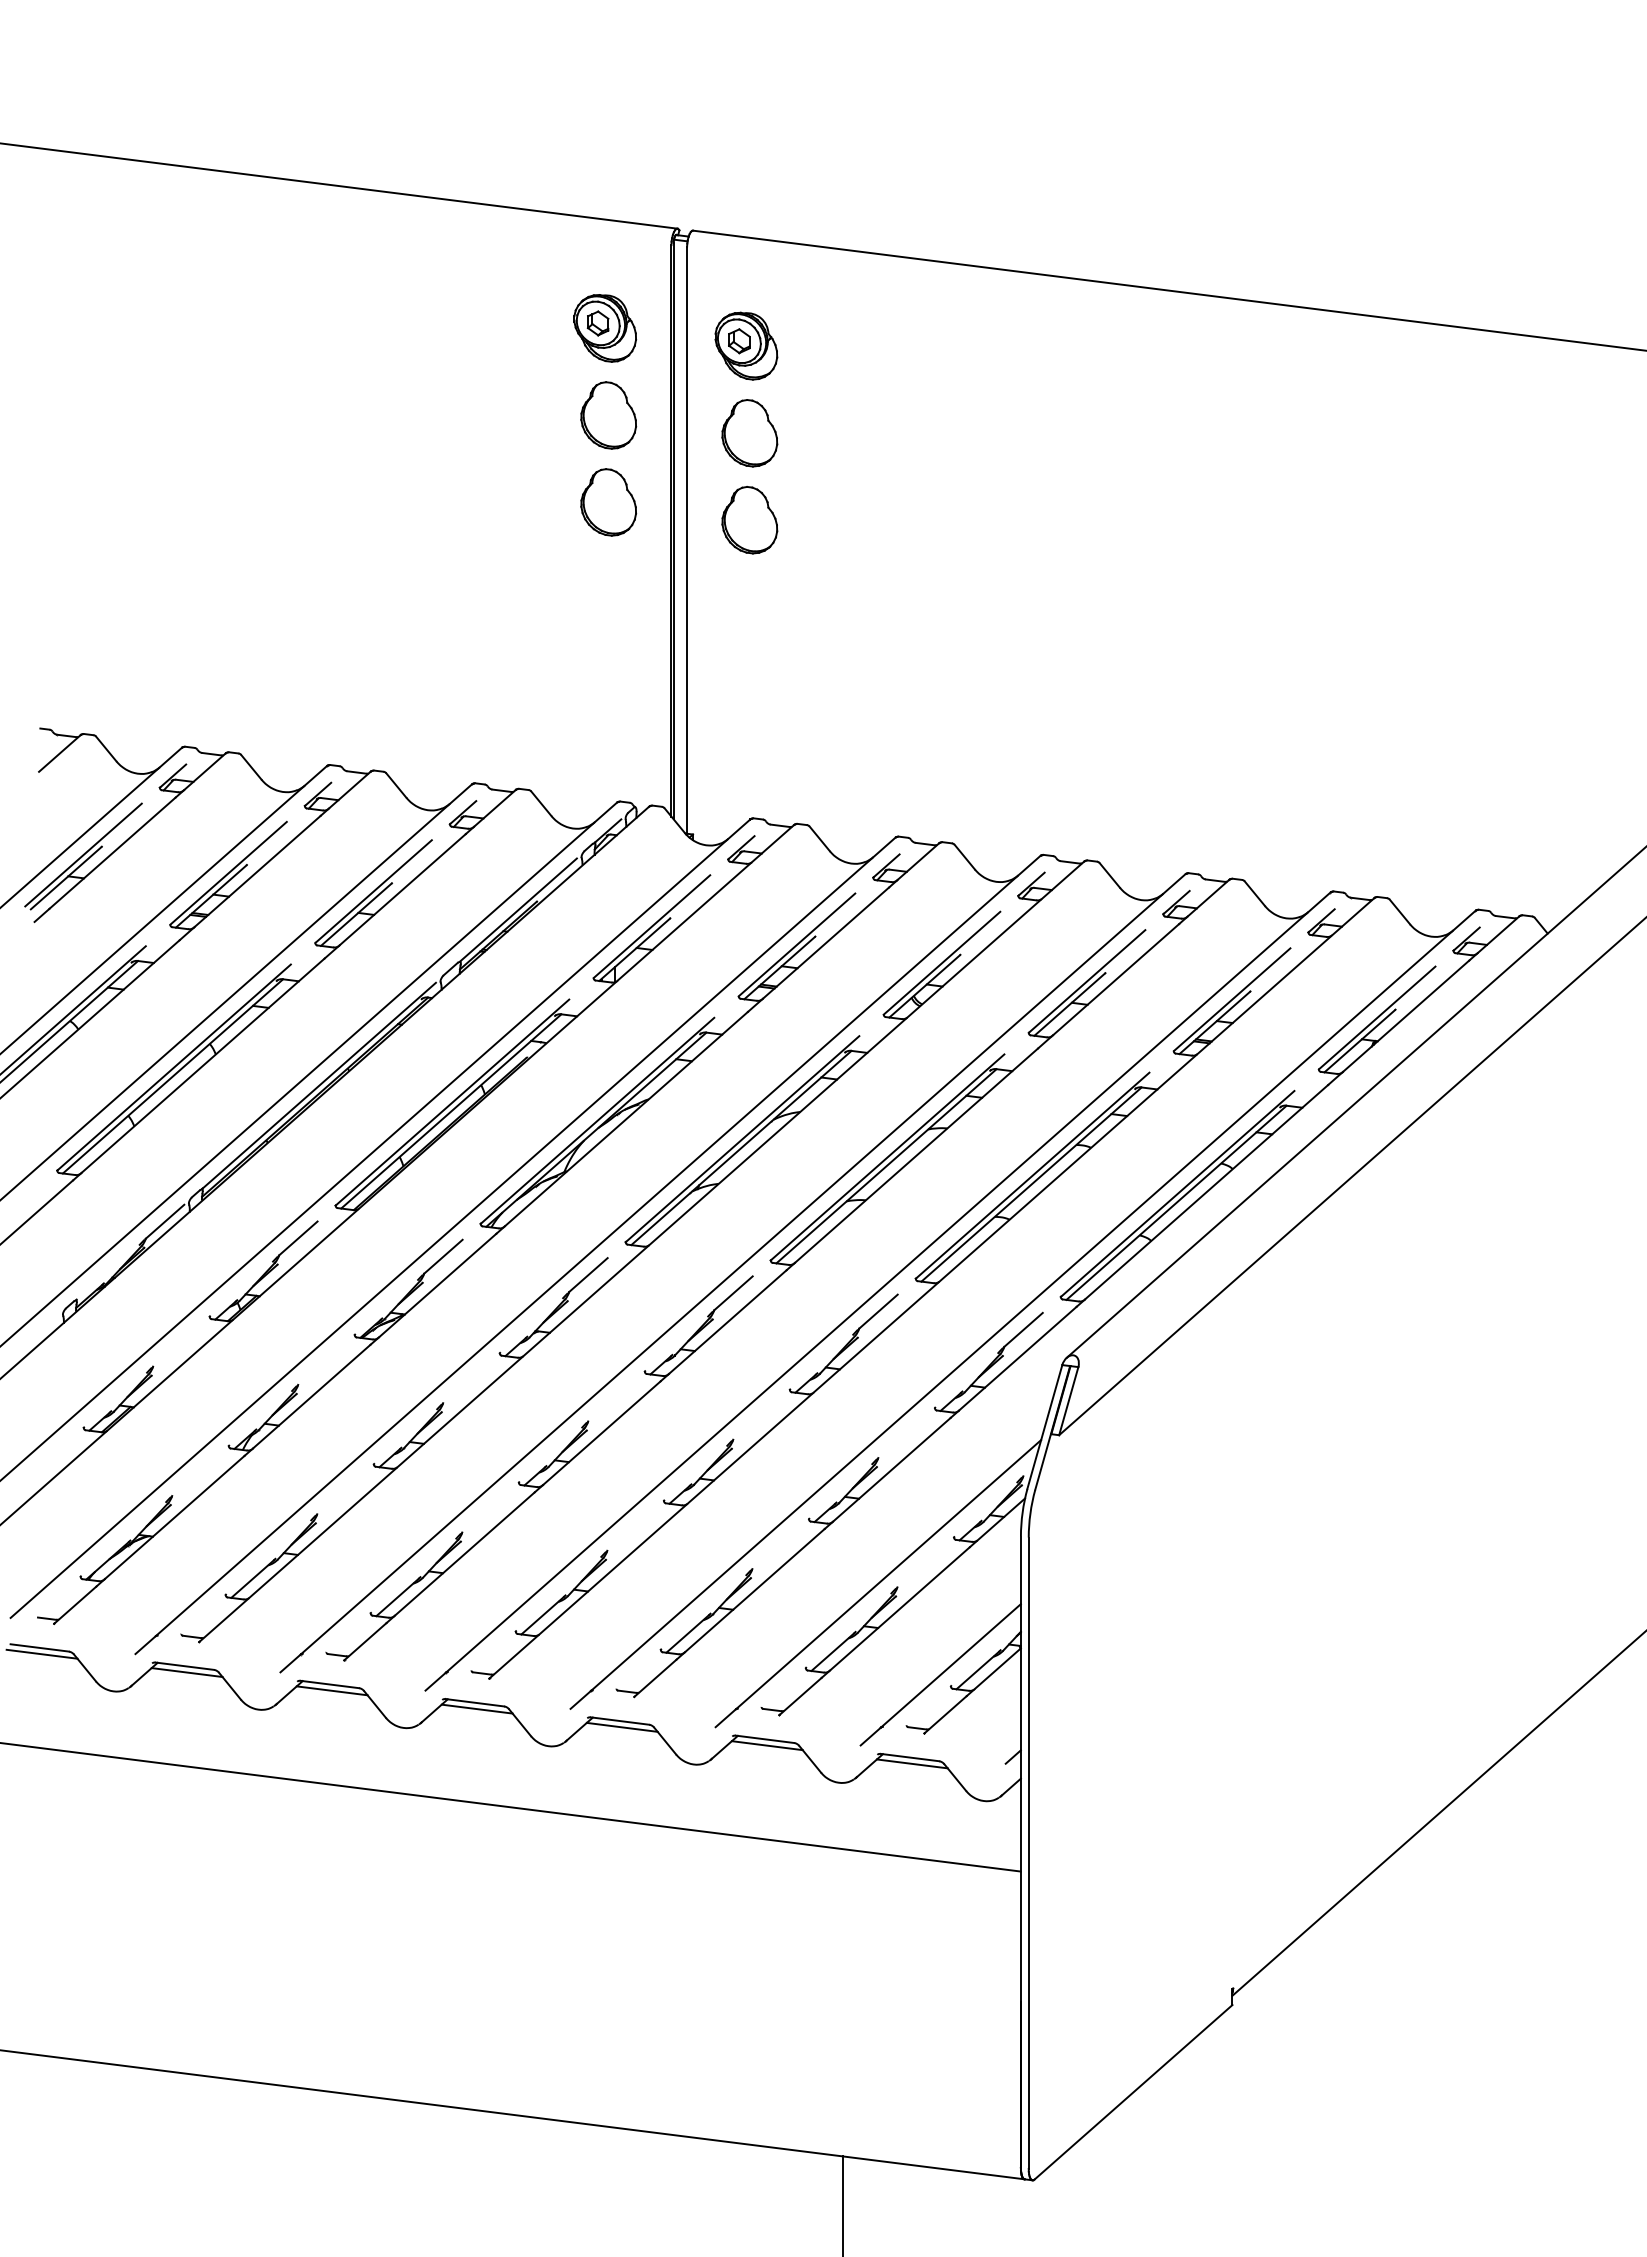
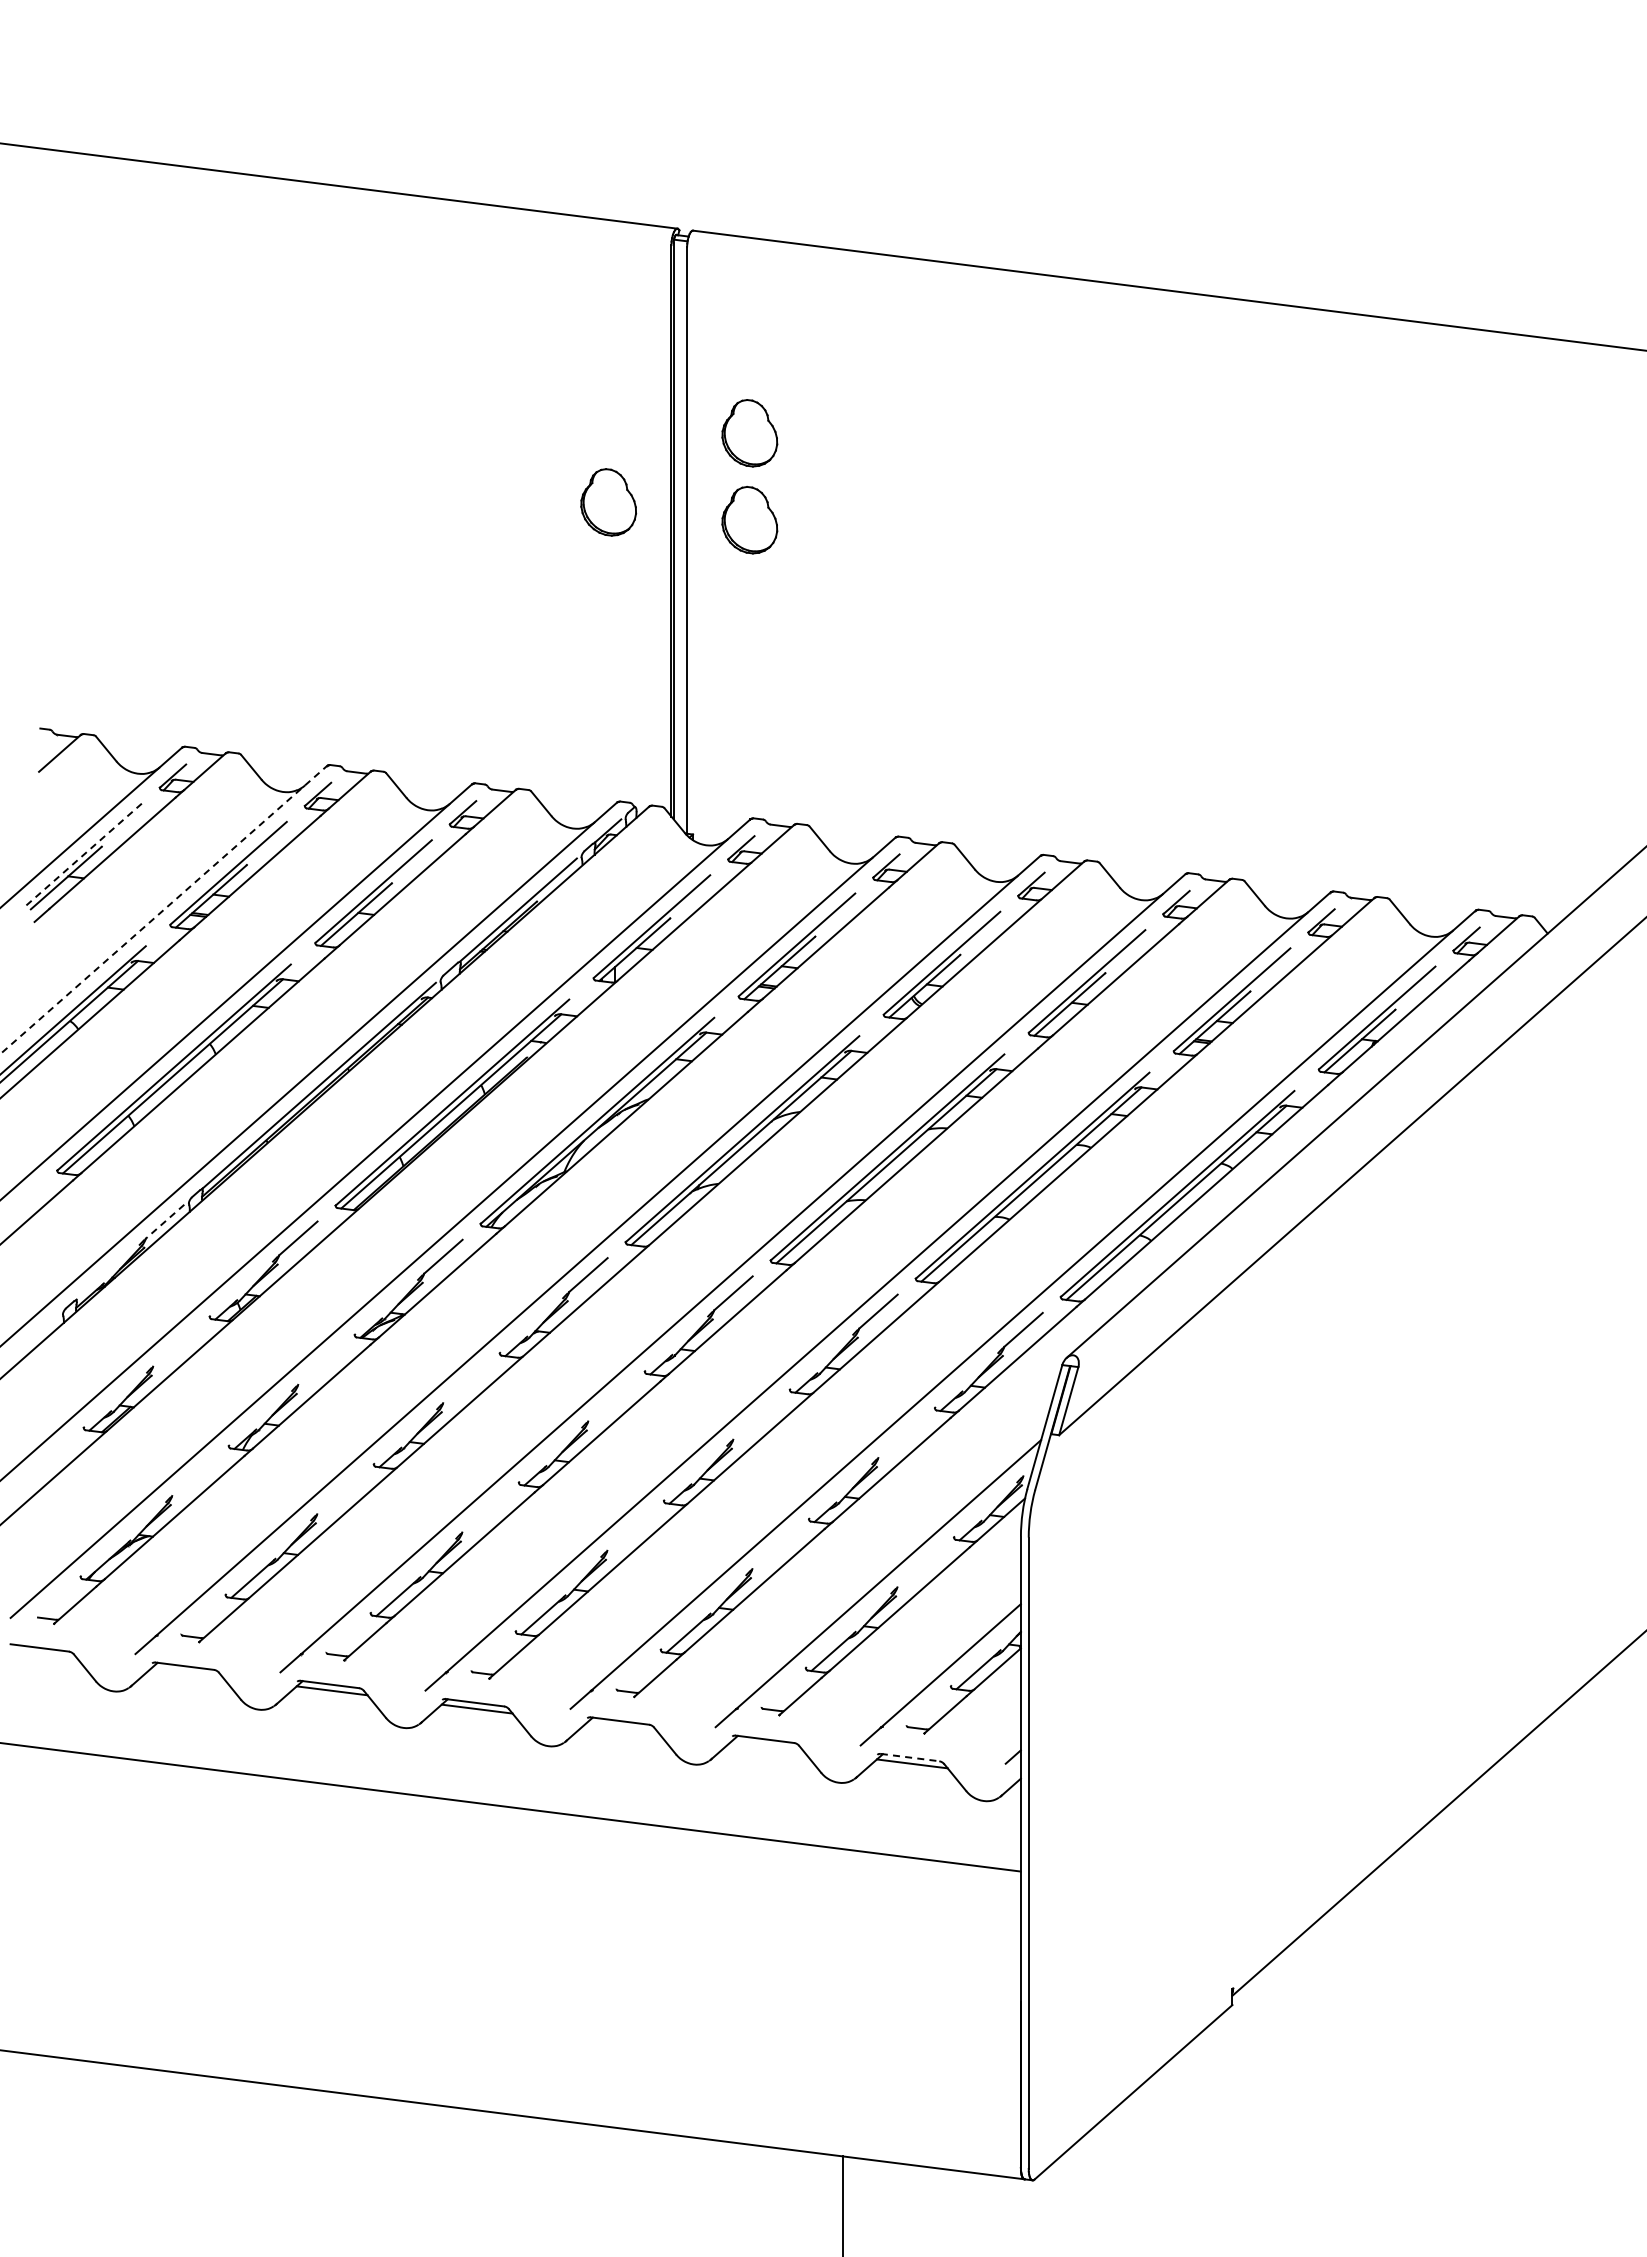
part at (605, 328): present -> none
part at (746, 345): present -> none
part at (608, 415): present -> none
line at (83, 855): solid -> dashed
line at (163, 910): solid -> dashed
line at (165, 1221): solid -> dashed
line at (41, 1653): present -> none
line at (186, 1672): present -> none
line at (621, 1726): present -> none
line at (766, 1745): present -> none
line at (910, 1757): solid -> dashed
